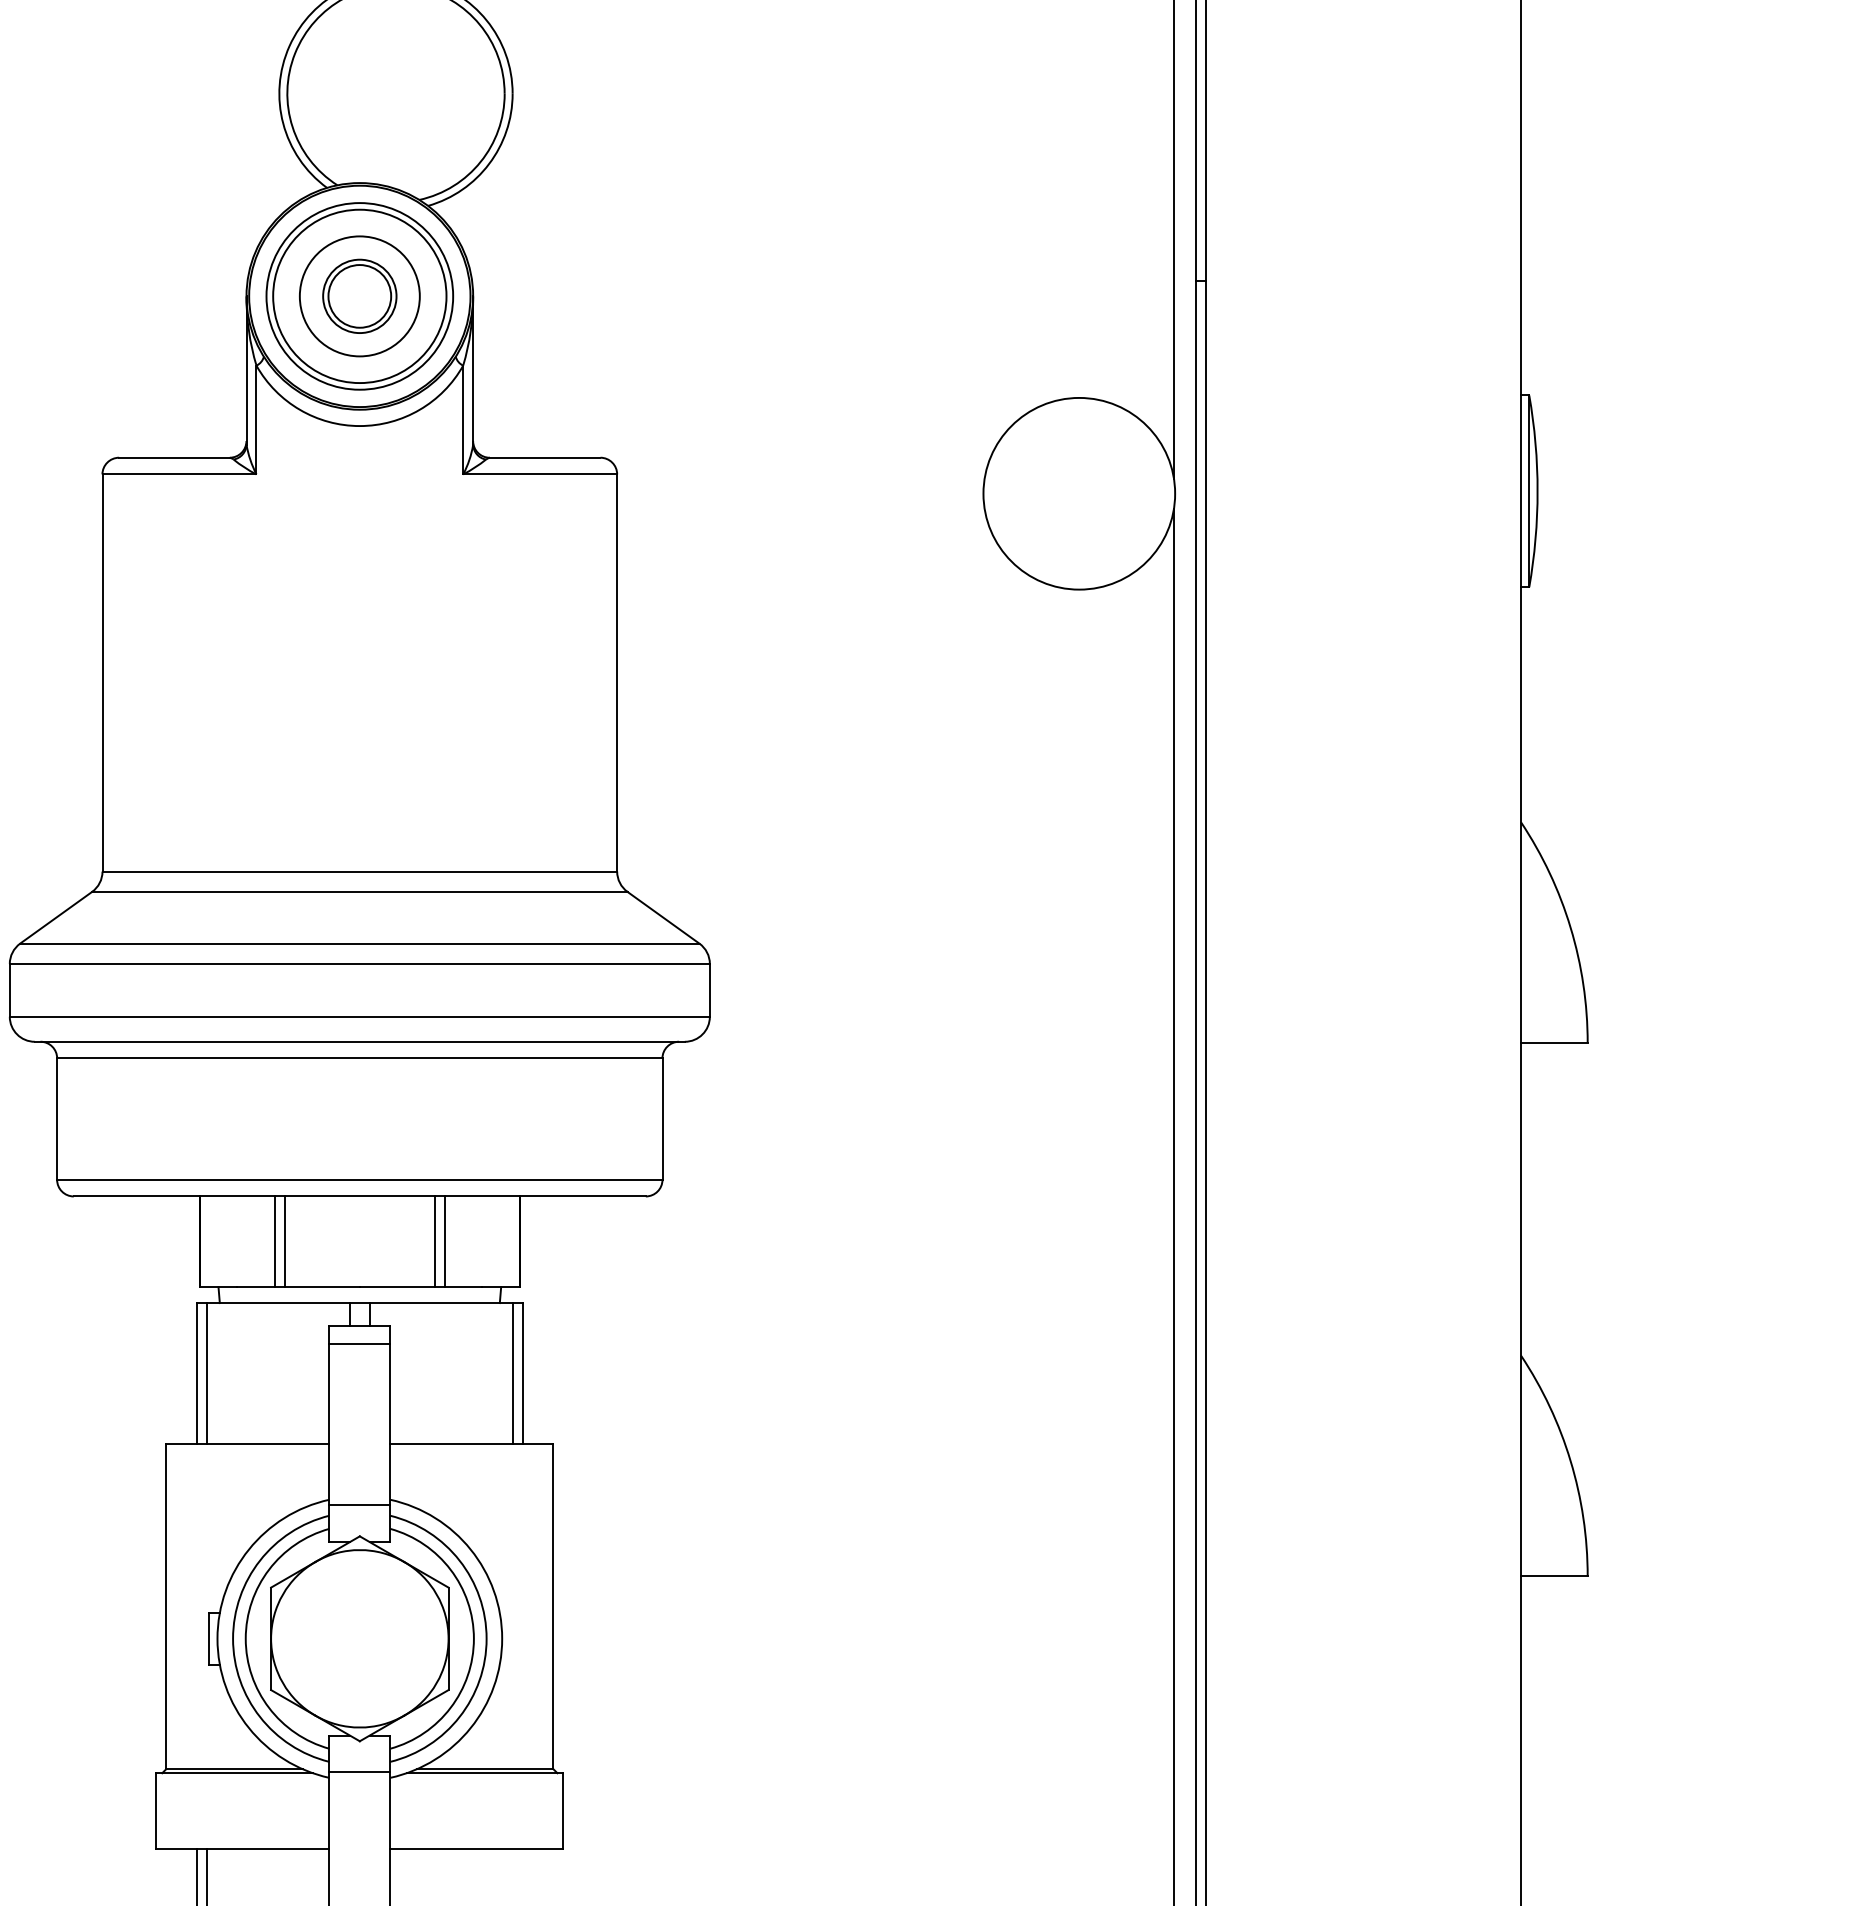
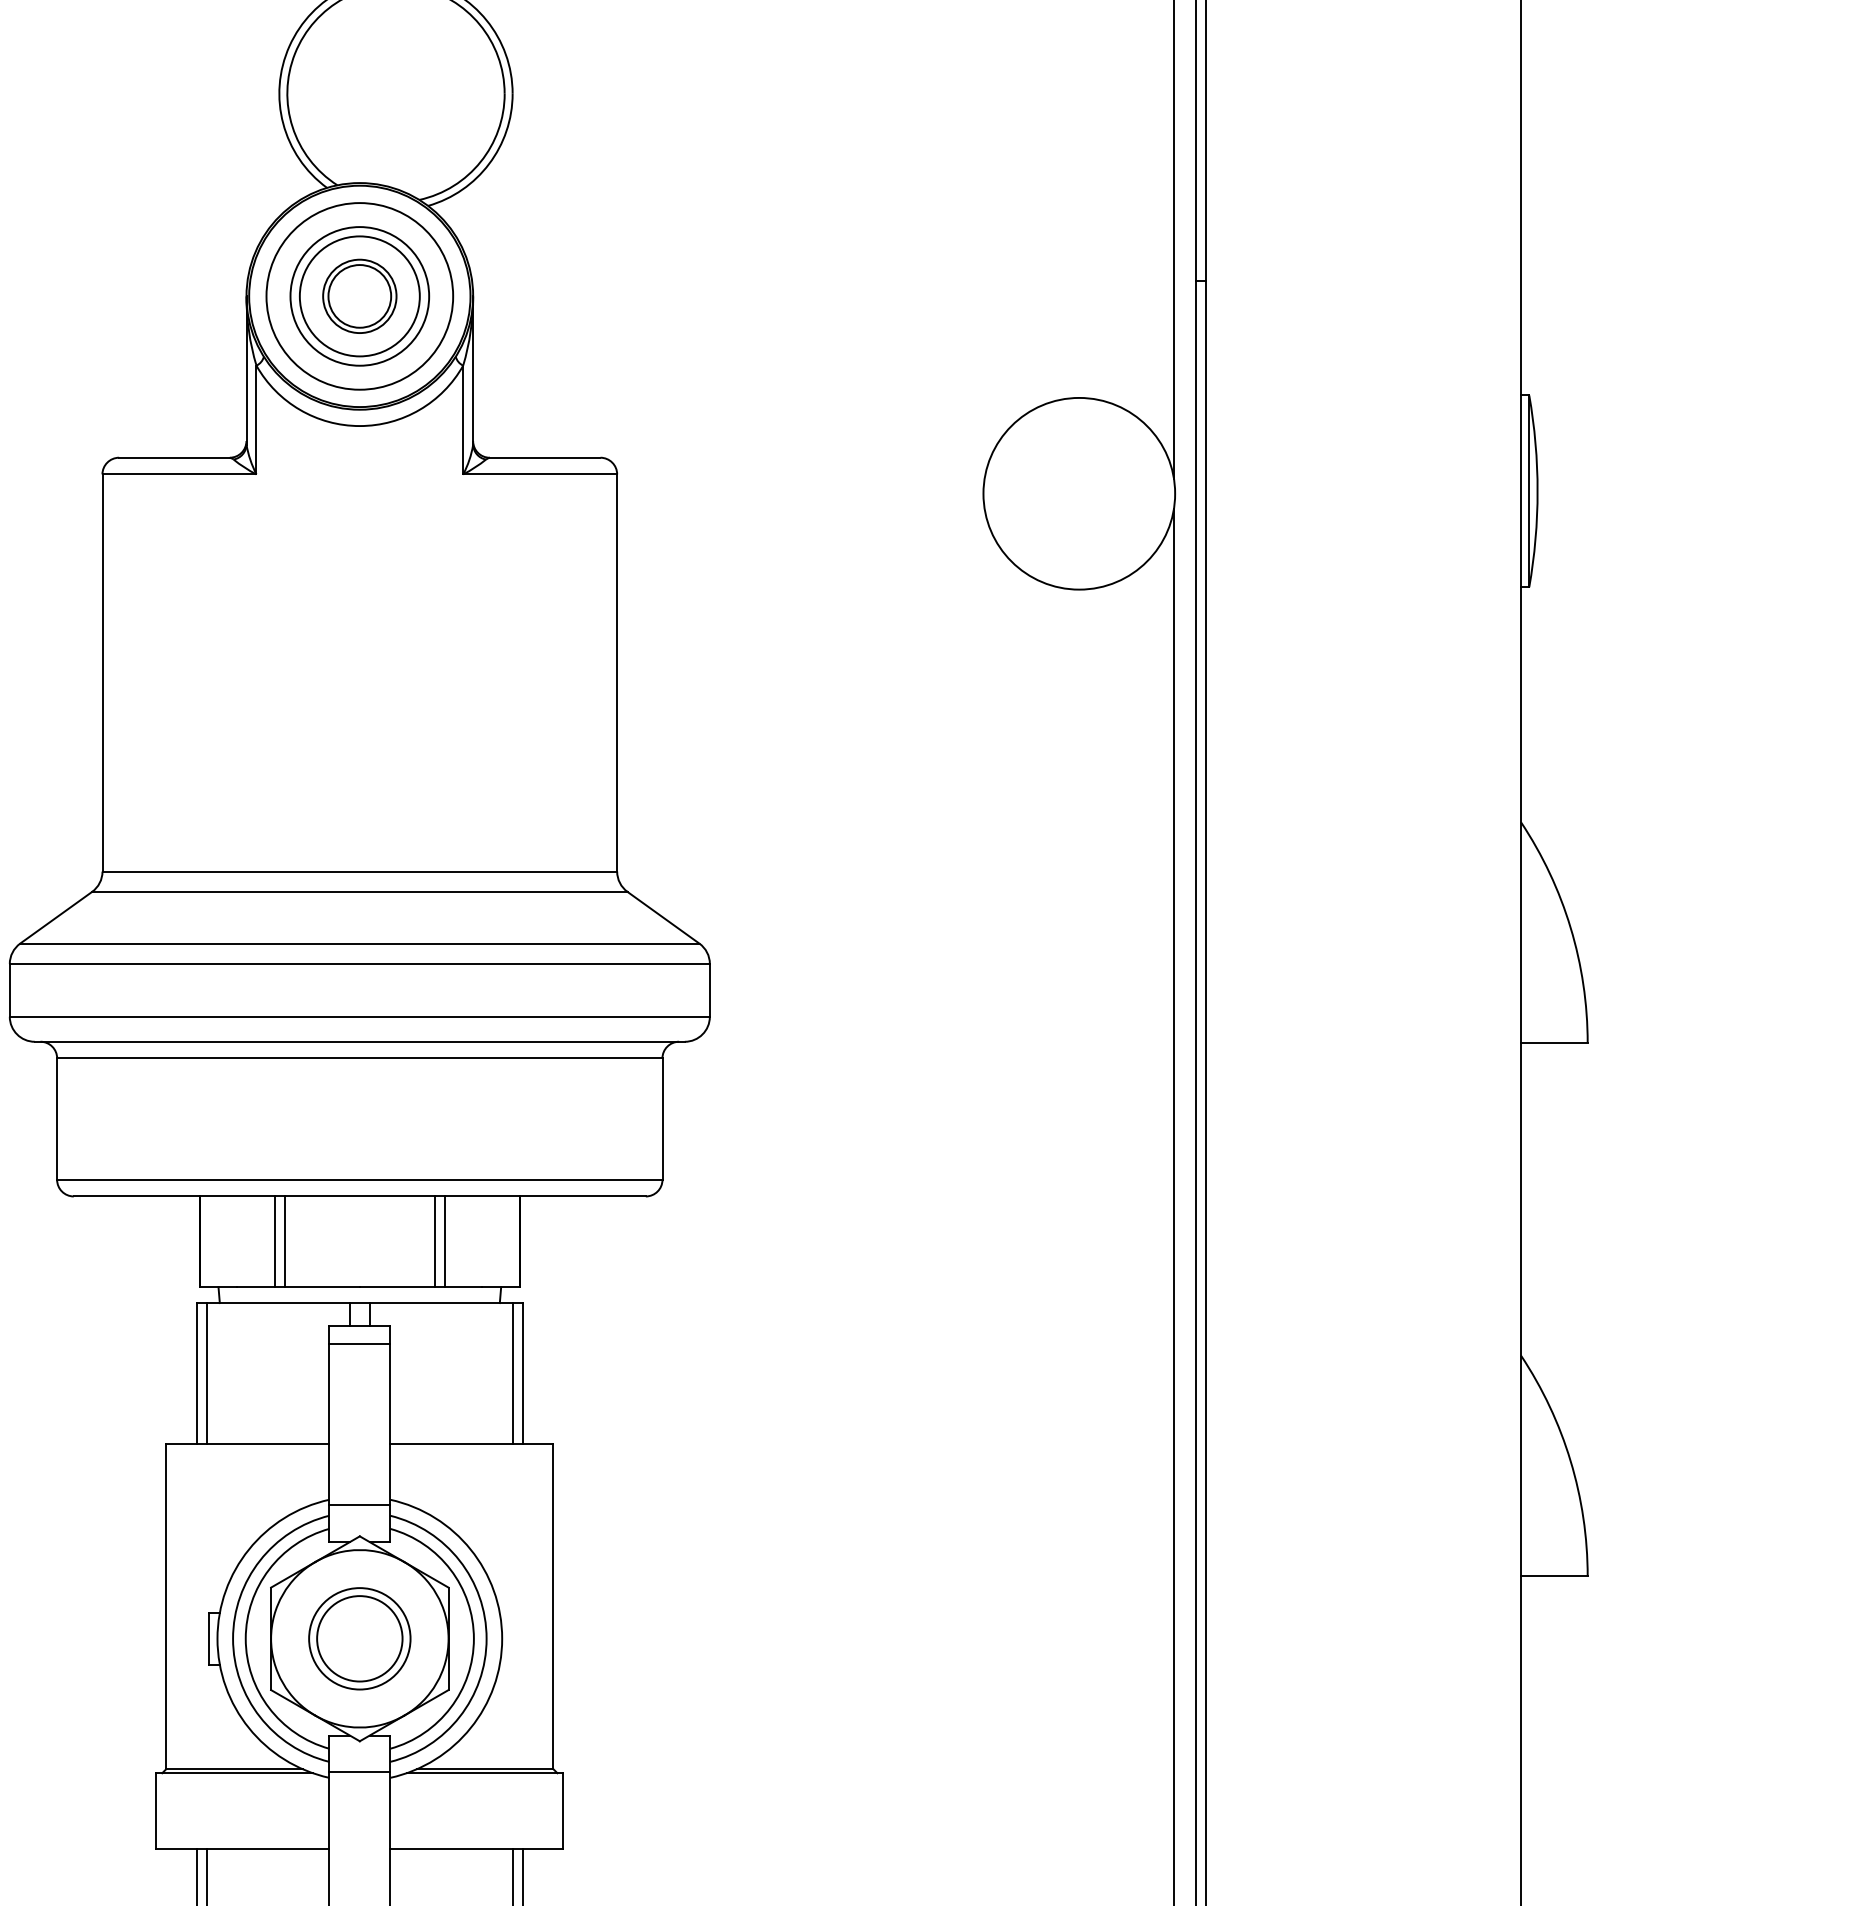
circle at (359, 296) diameter: 173 px -> 139 px
part at (359, 1638): none -> present
line at (512, 1875): none -> present
line at (522, 1875): none -> present
